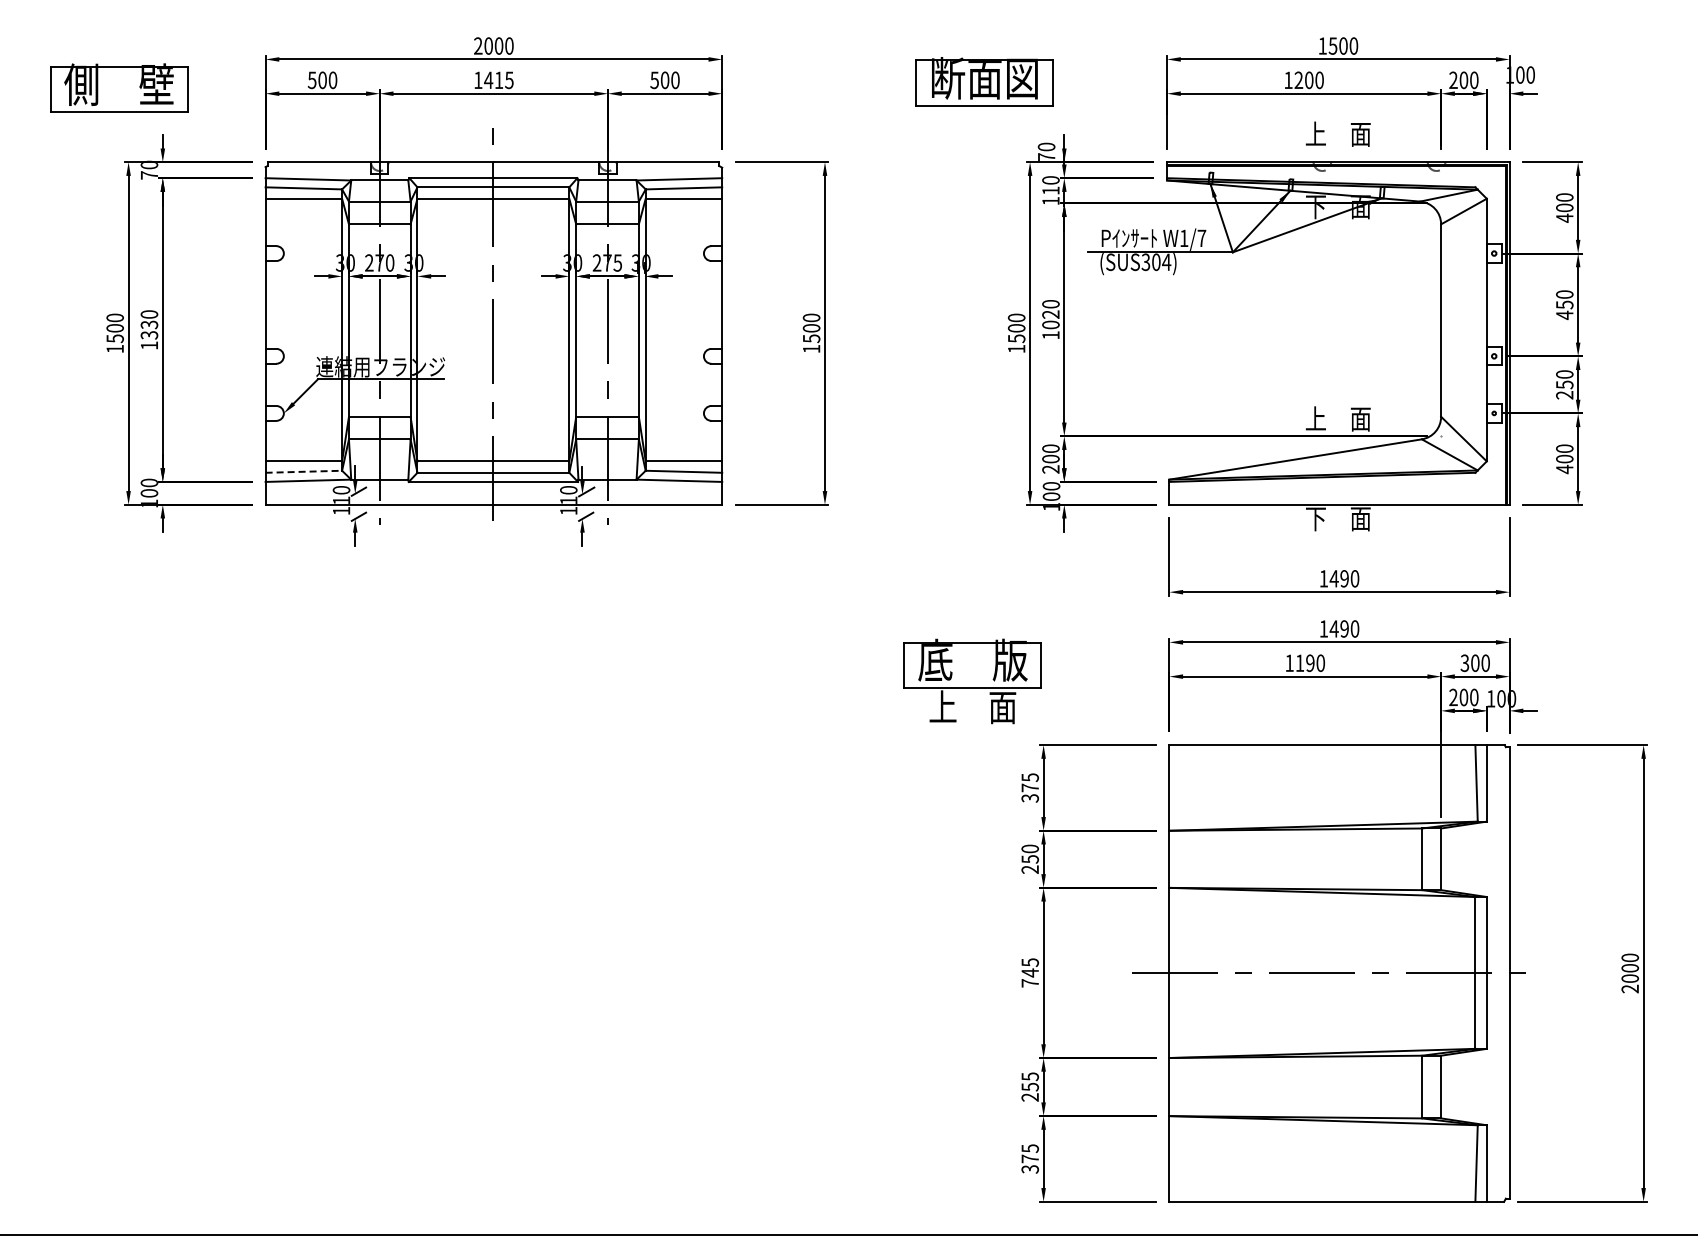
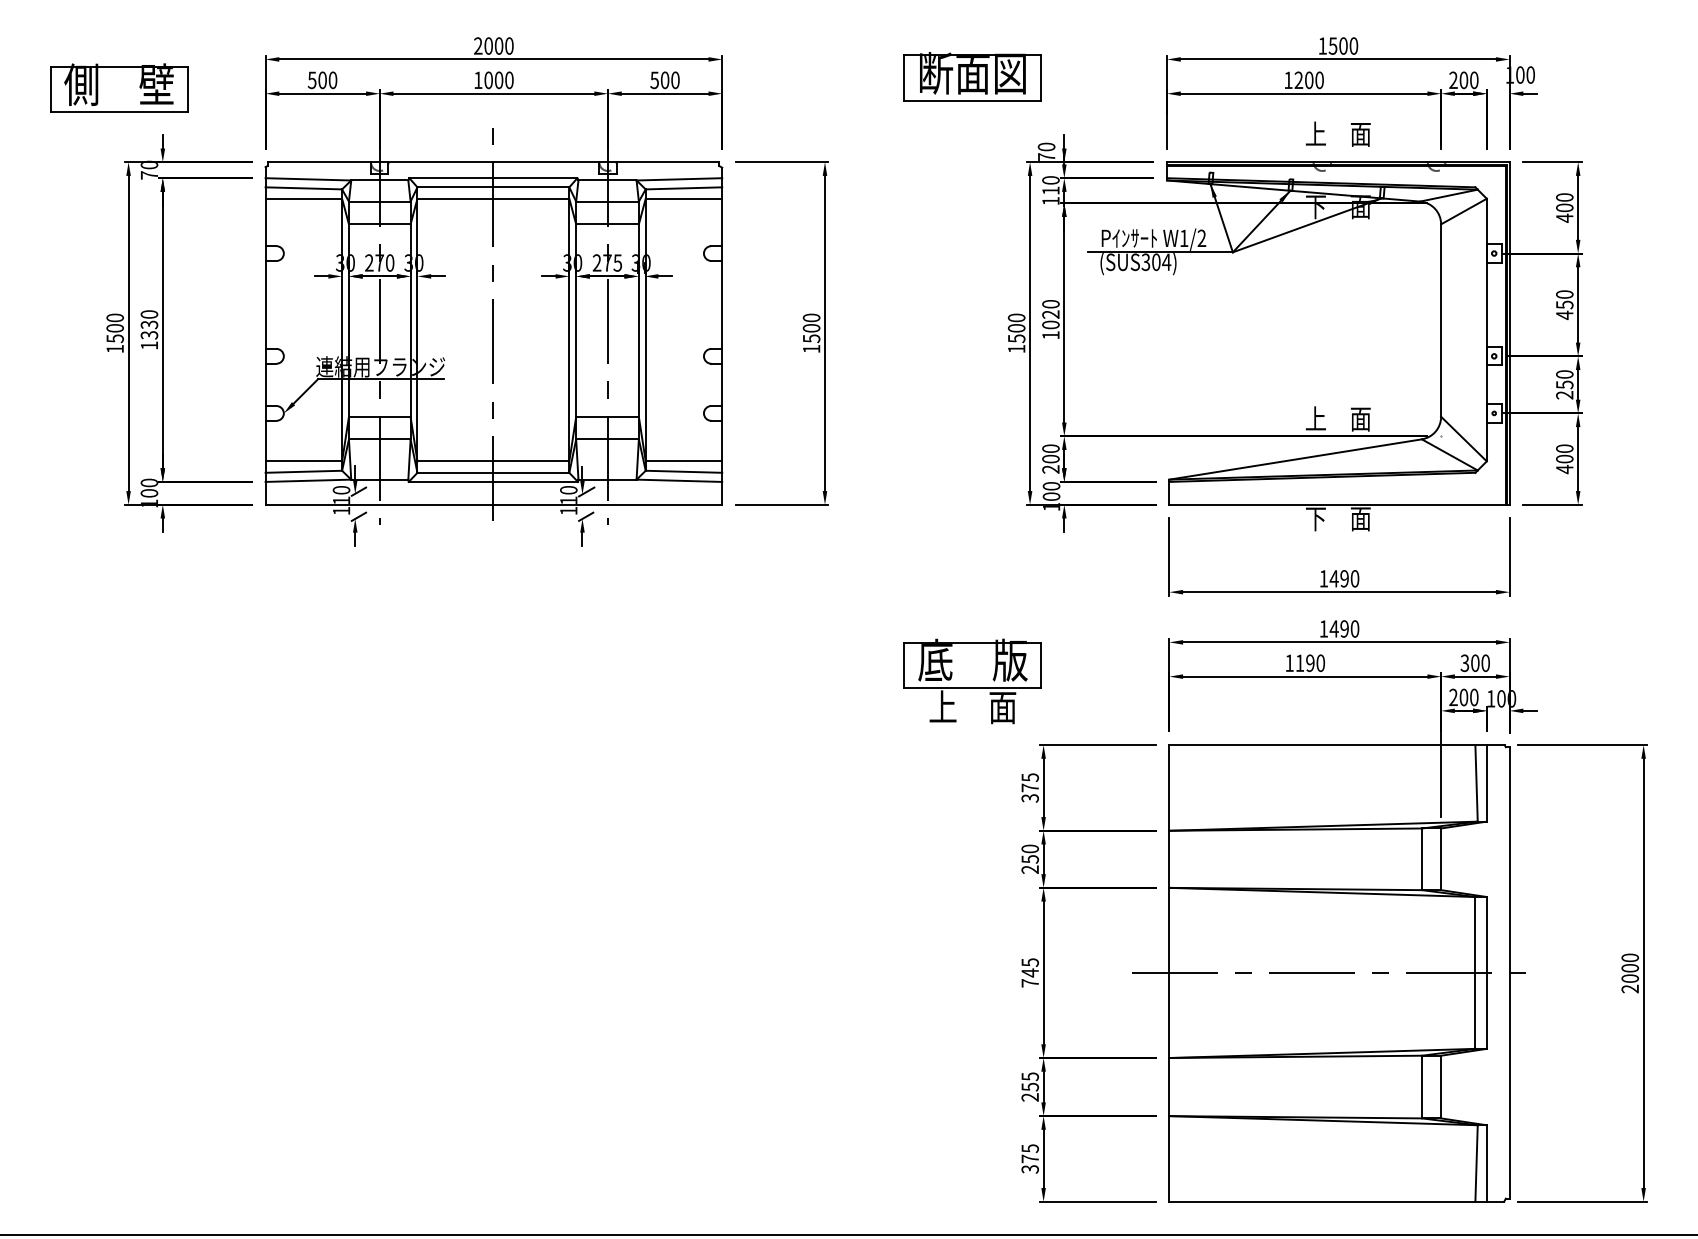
text at (498, 80): 1415 -> 1000
part at (984, 81) position: (984, 81) -> (972, 76)
text at (1201, 237): W1/7 -> W1/2
line at (304, 471): dashed -> solid
